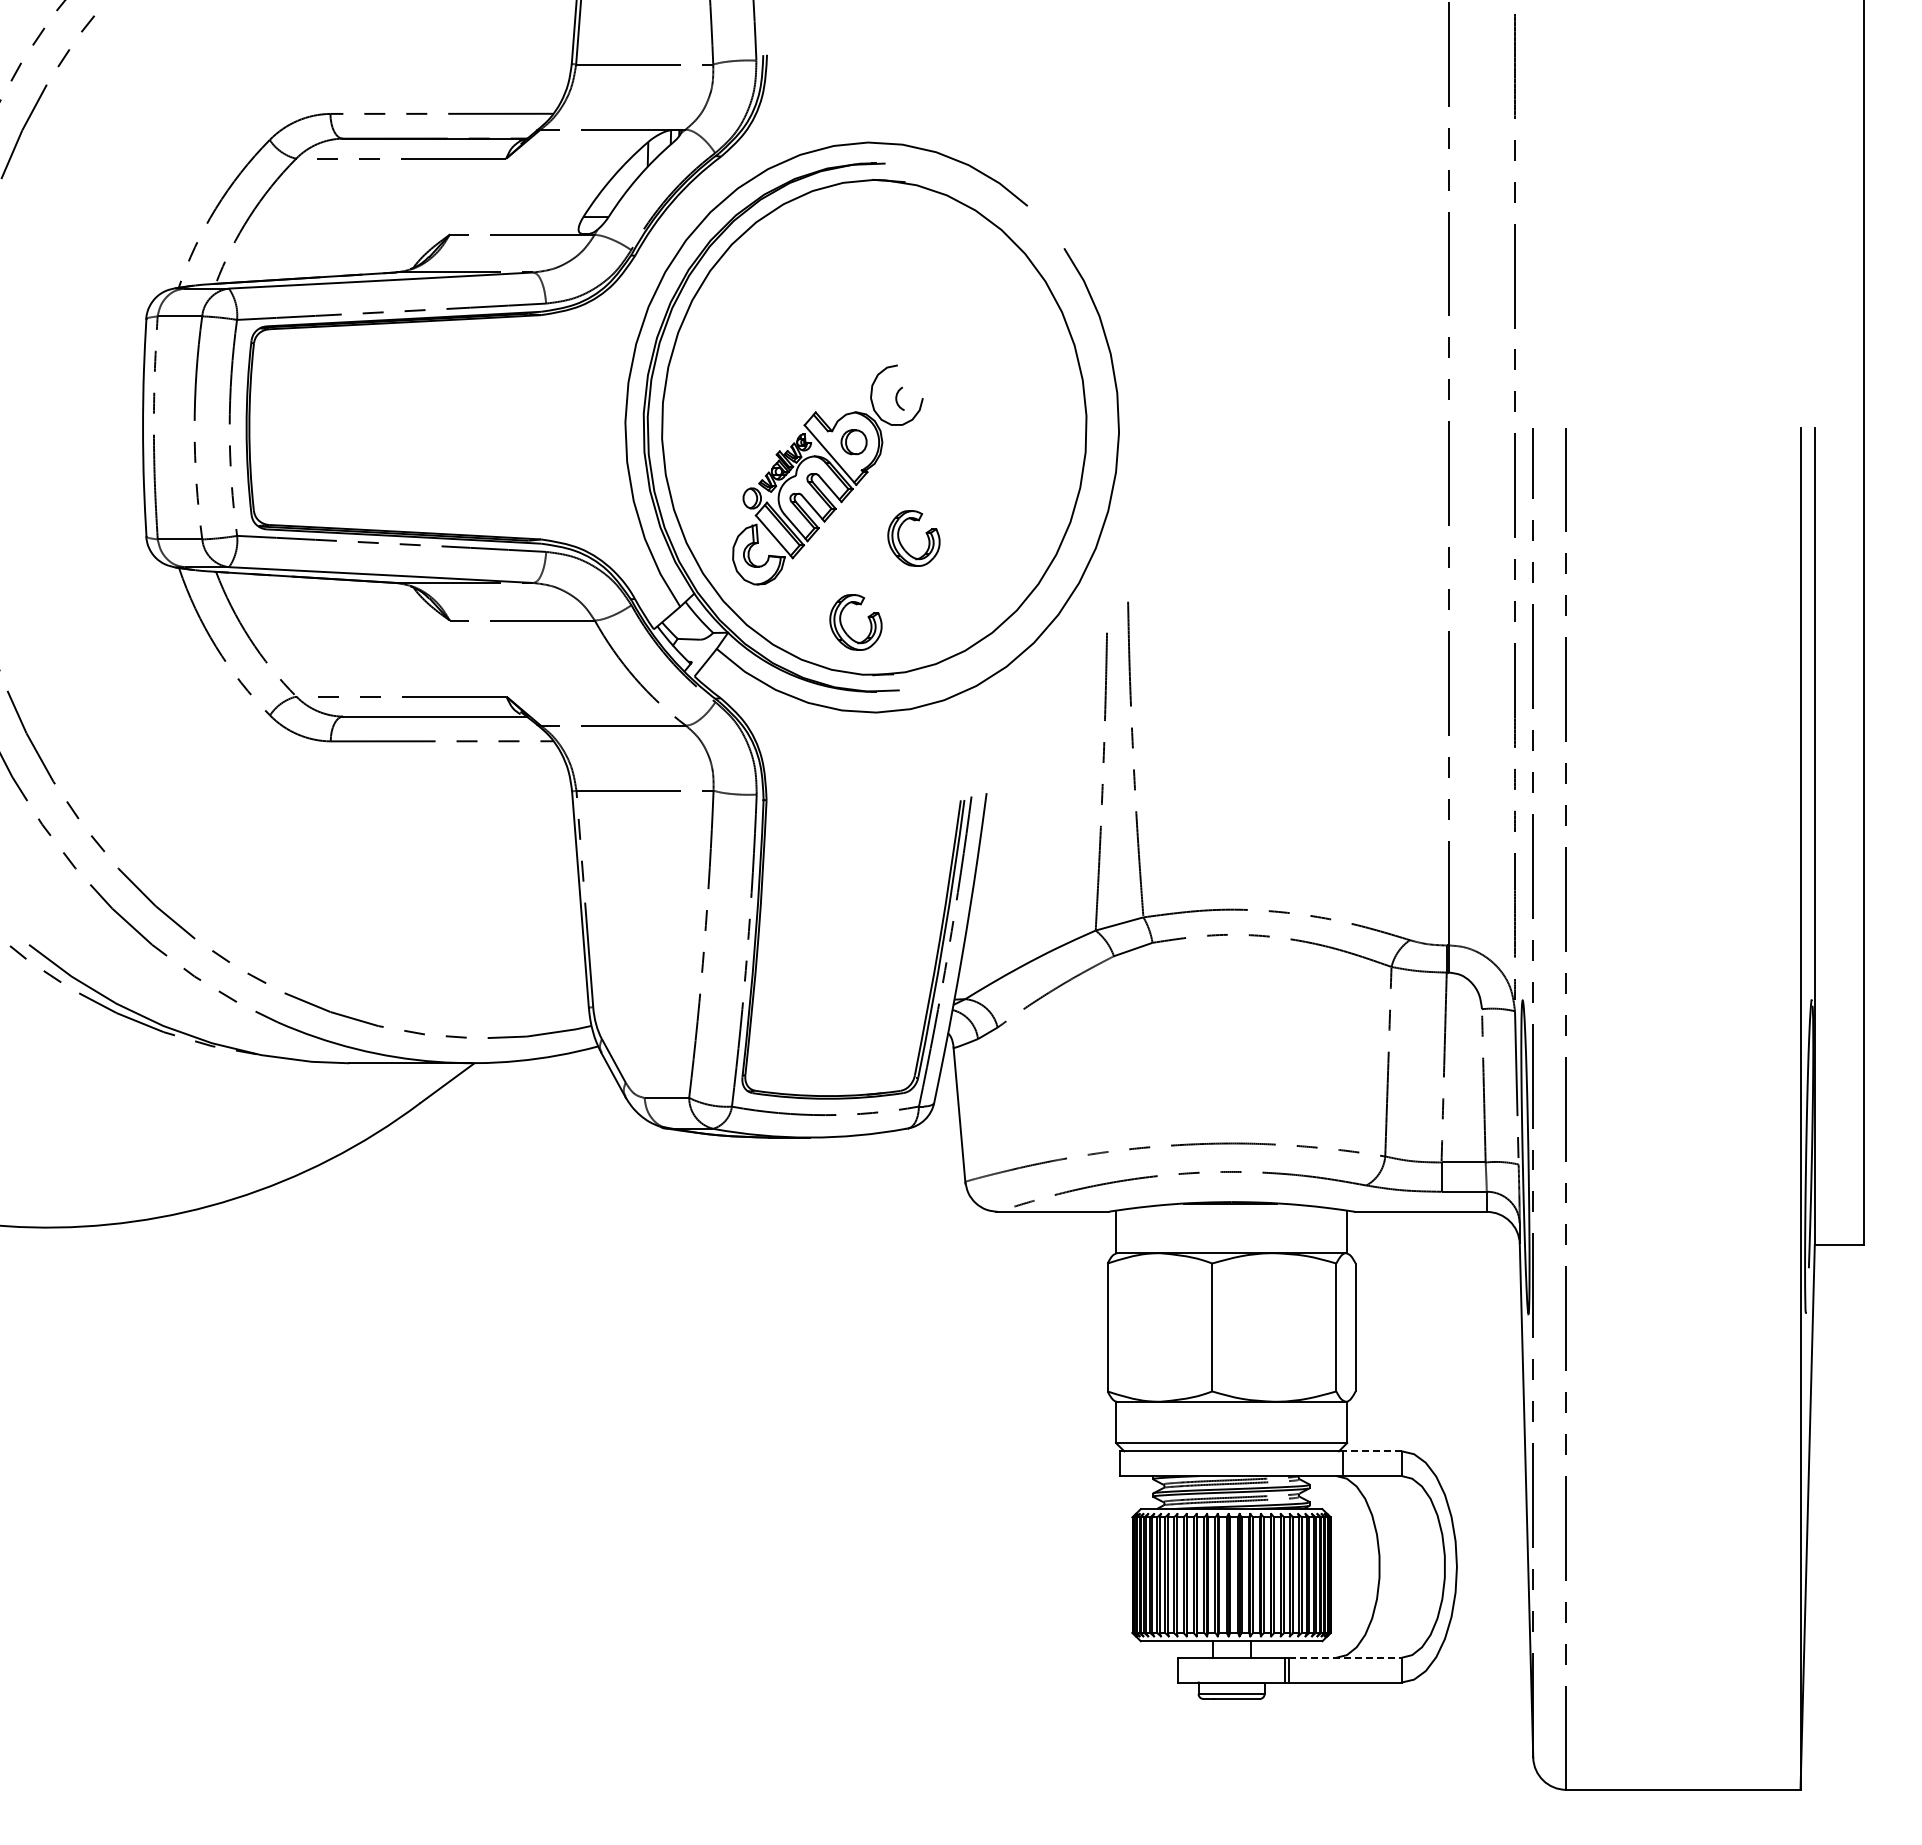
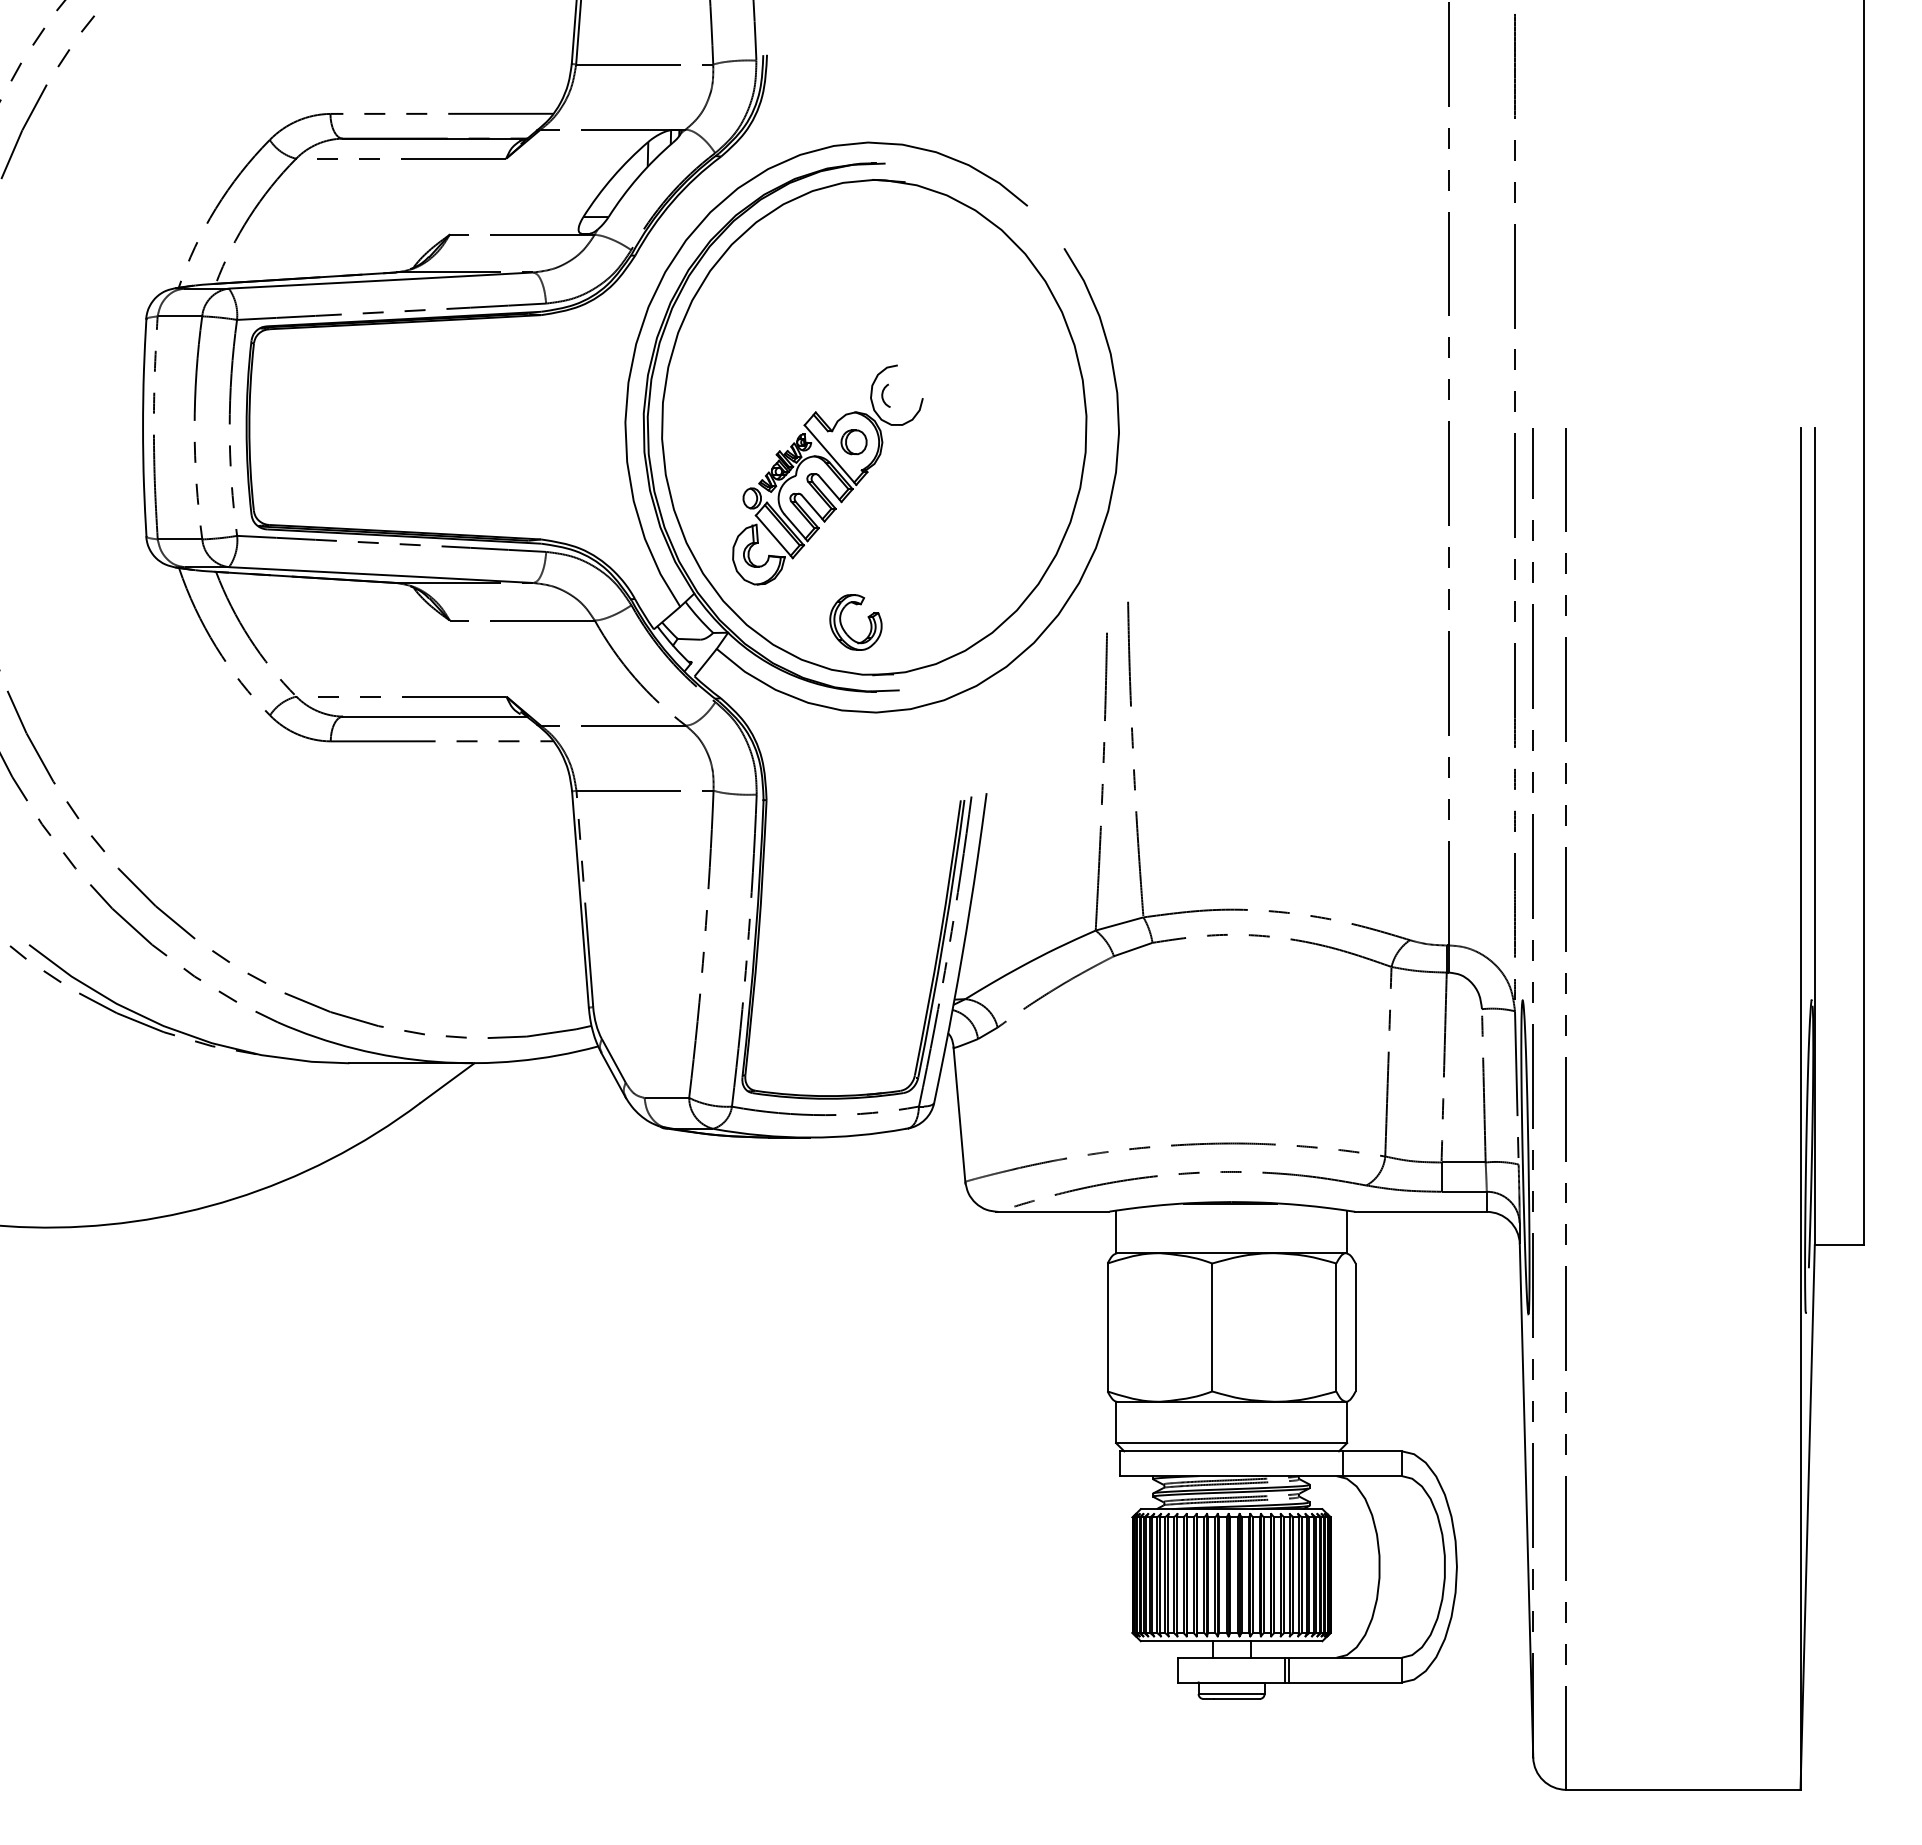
arc at (897, 398) position: (897, 398) -> (883, 395)
part at (903, 546): present -> none
line at (1372, 1451): dashed -> solid
line at (1345, 1657): dashed -> solid
